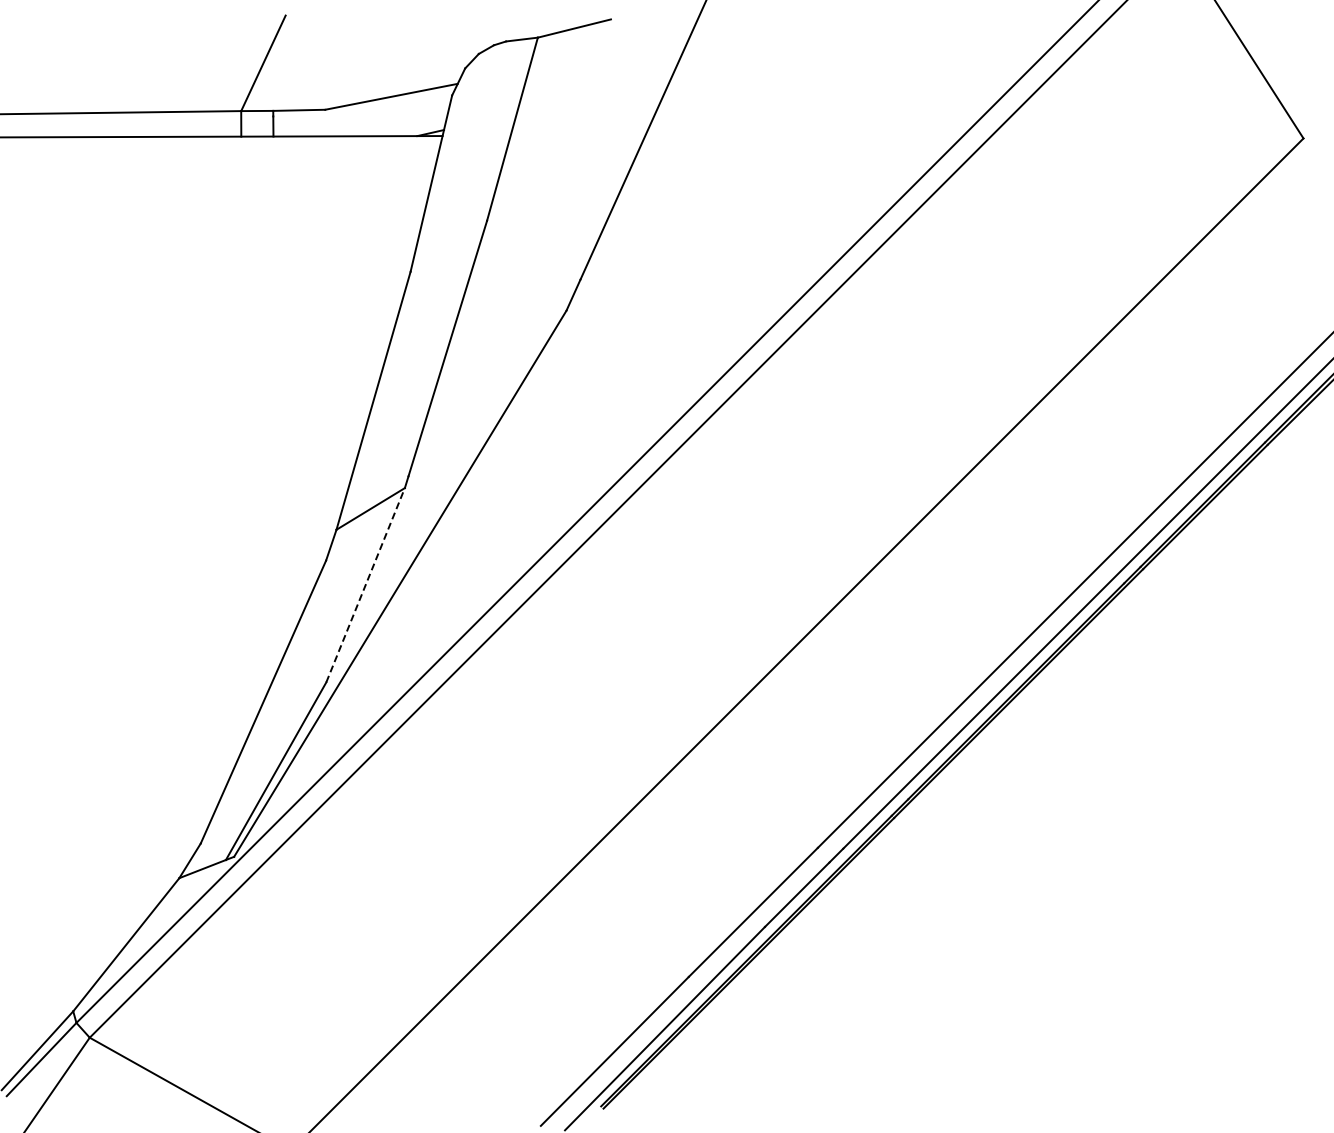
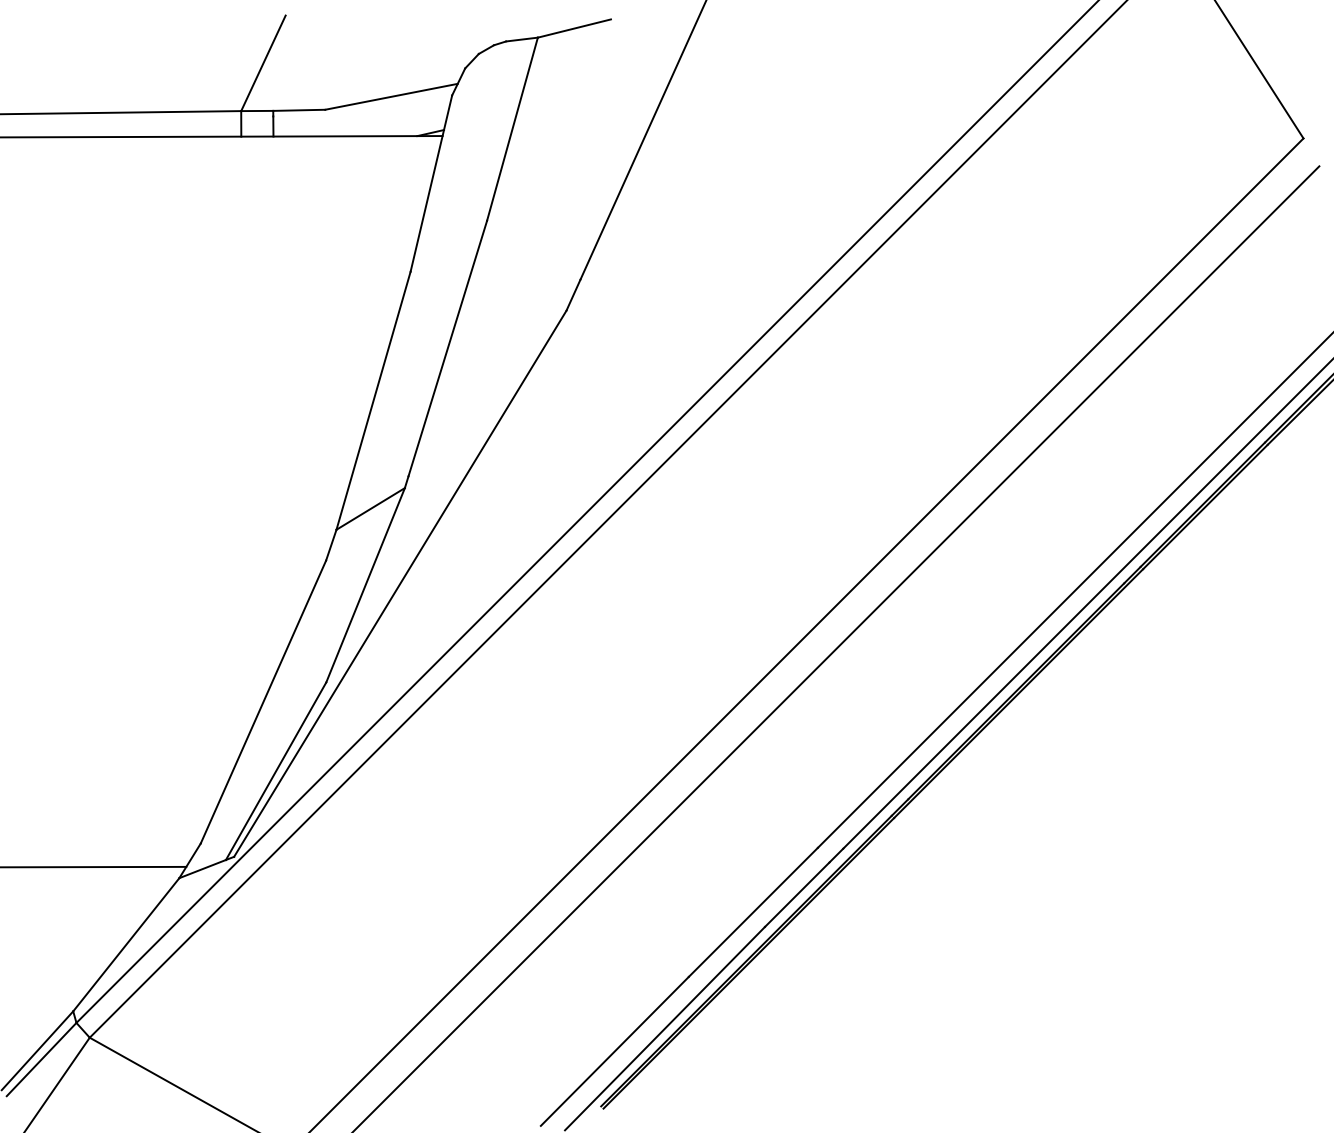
line at (365, 585): dashed -> solid
line at (837, 647): none -> present
line at (94, 866): none -> present
